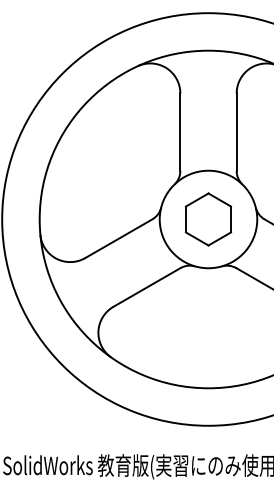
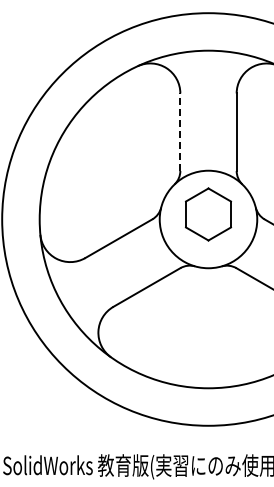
line at (180, 132): solid -> dashed
part at (208, 219) position: (208, 219) -> (208, 214)
